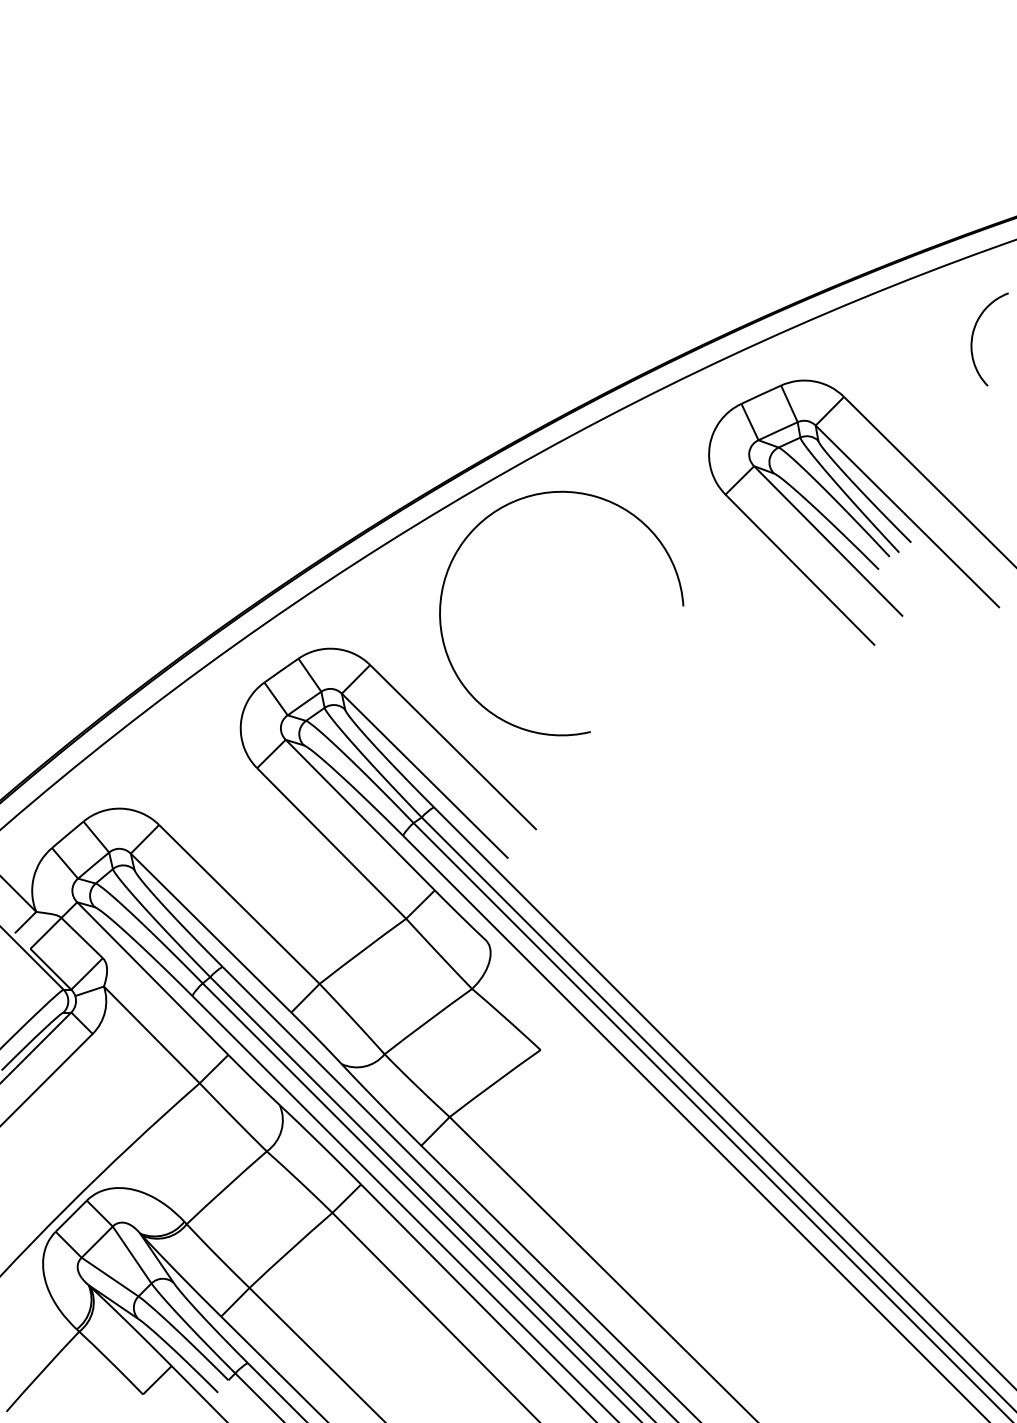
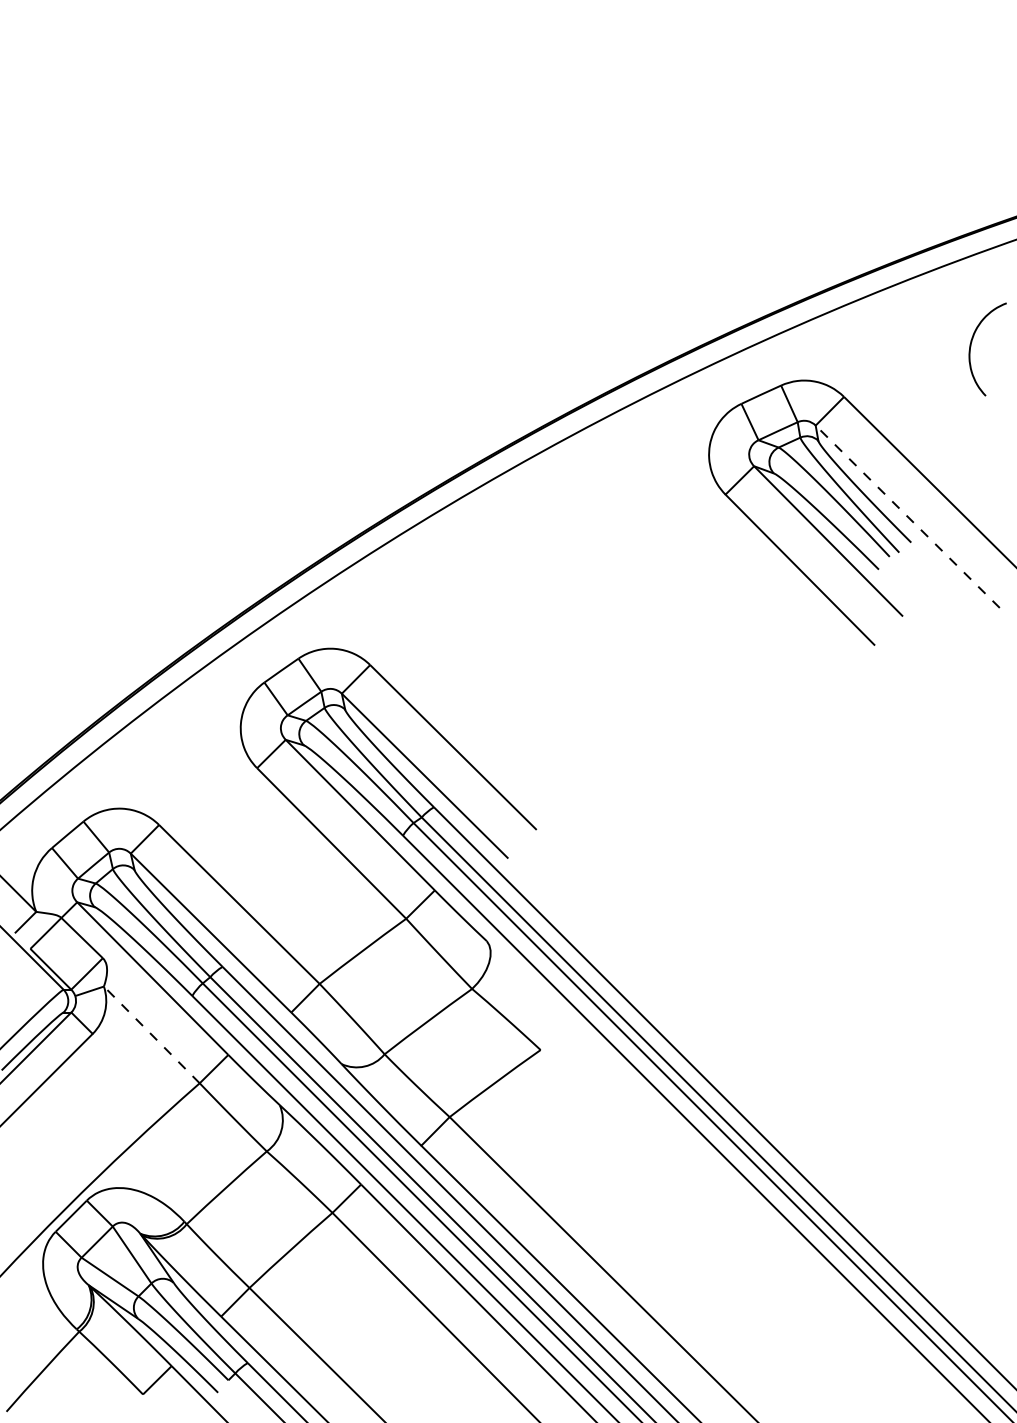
curve at (973, 336) position: (973, 336) -> (971, 346)
line at (907, 516): solid -> dashed
arc at (441, 608): present -> none
line at (151, 1034): solid -> dashed
